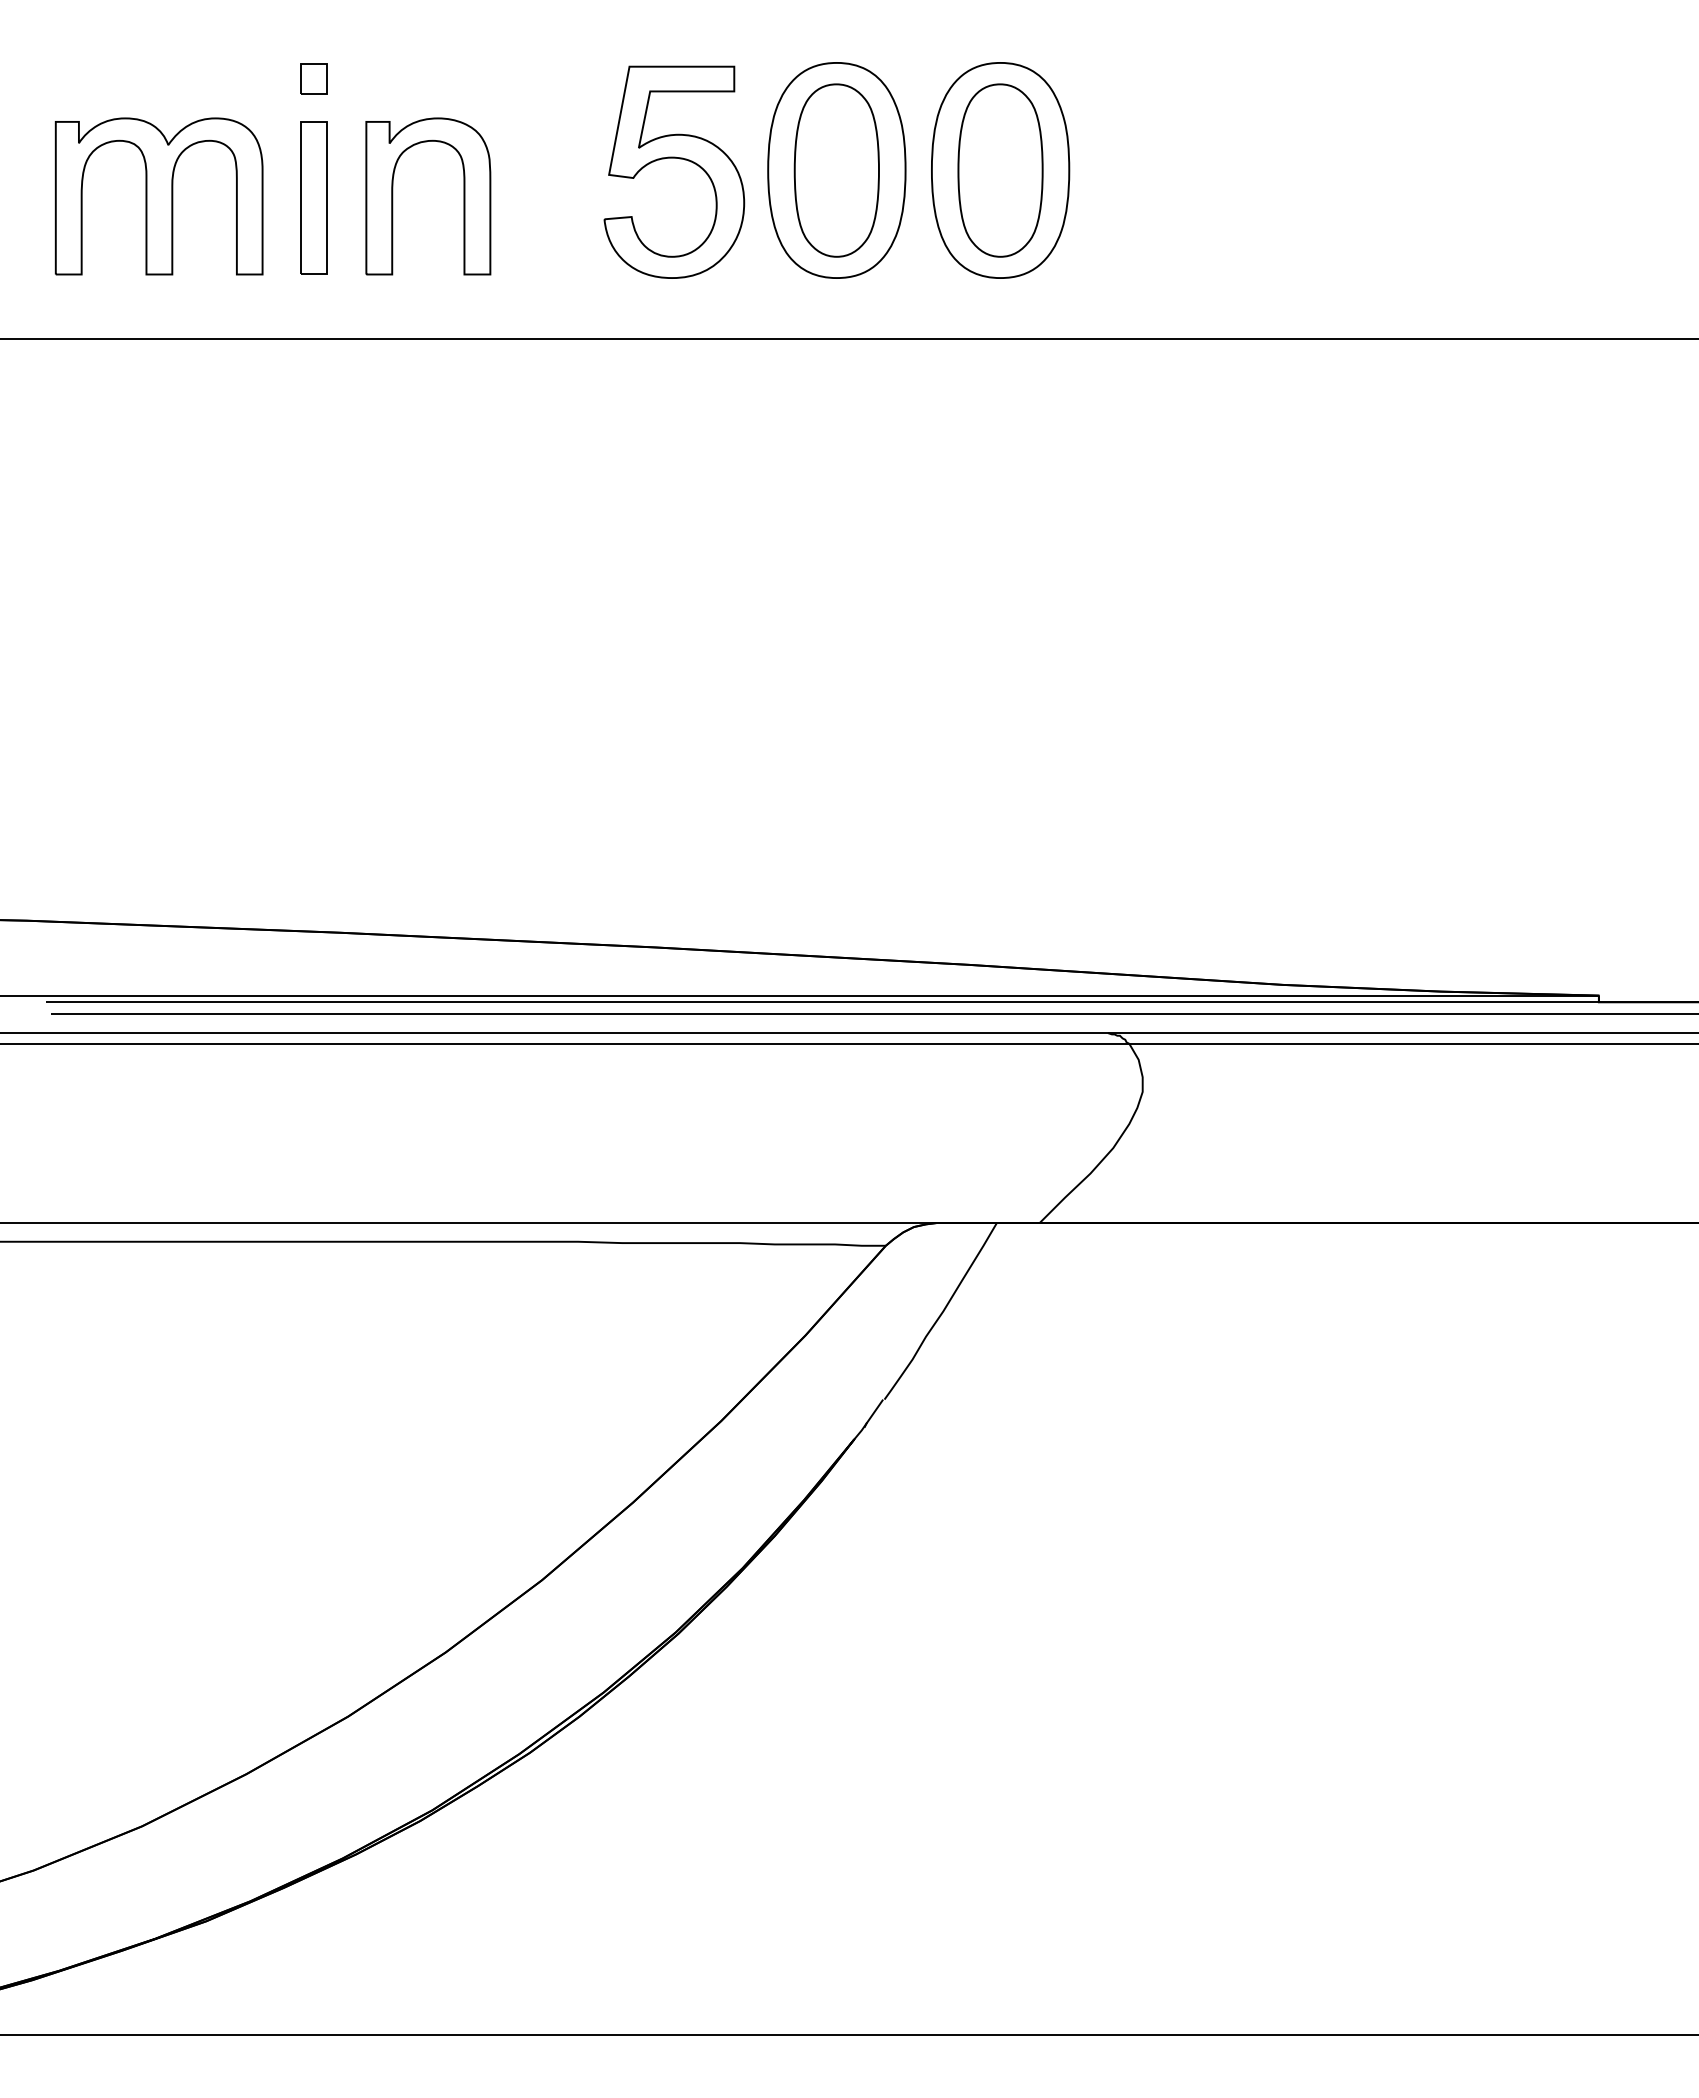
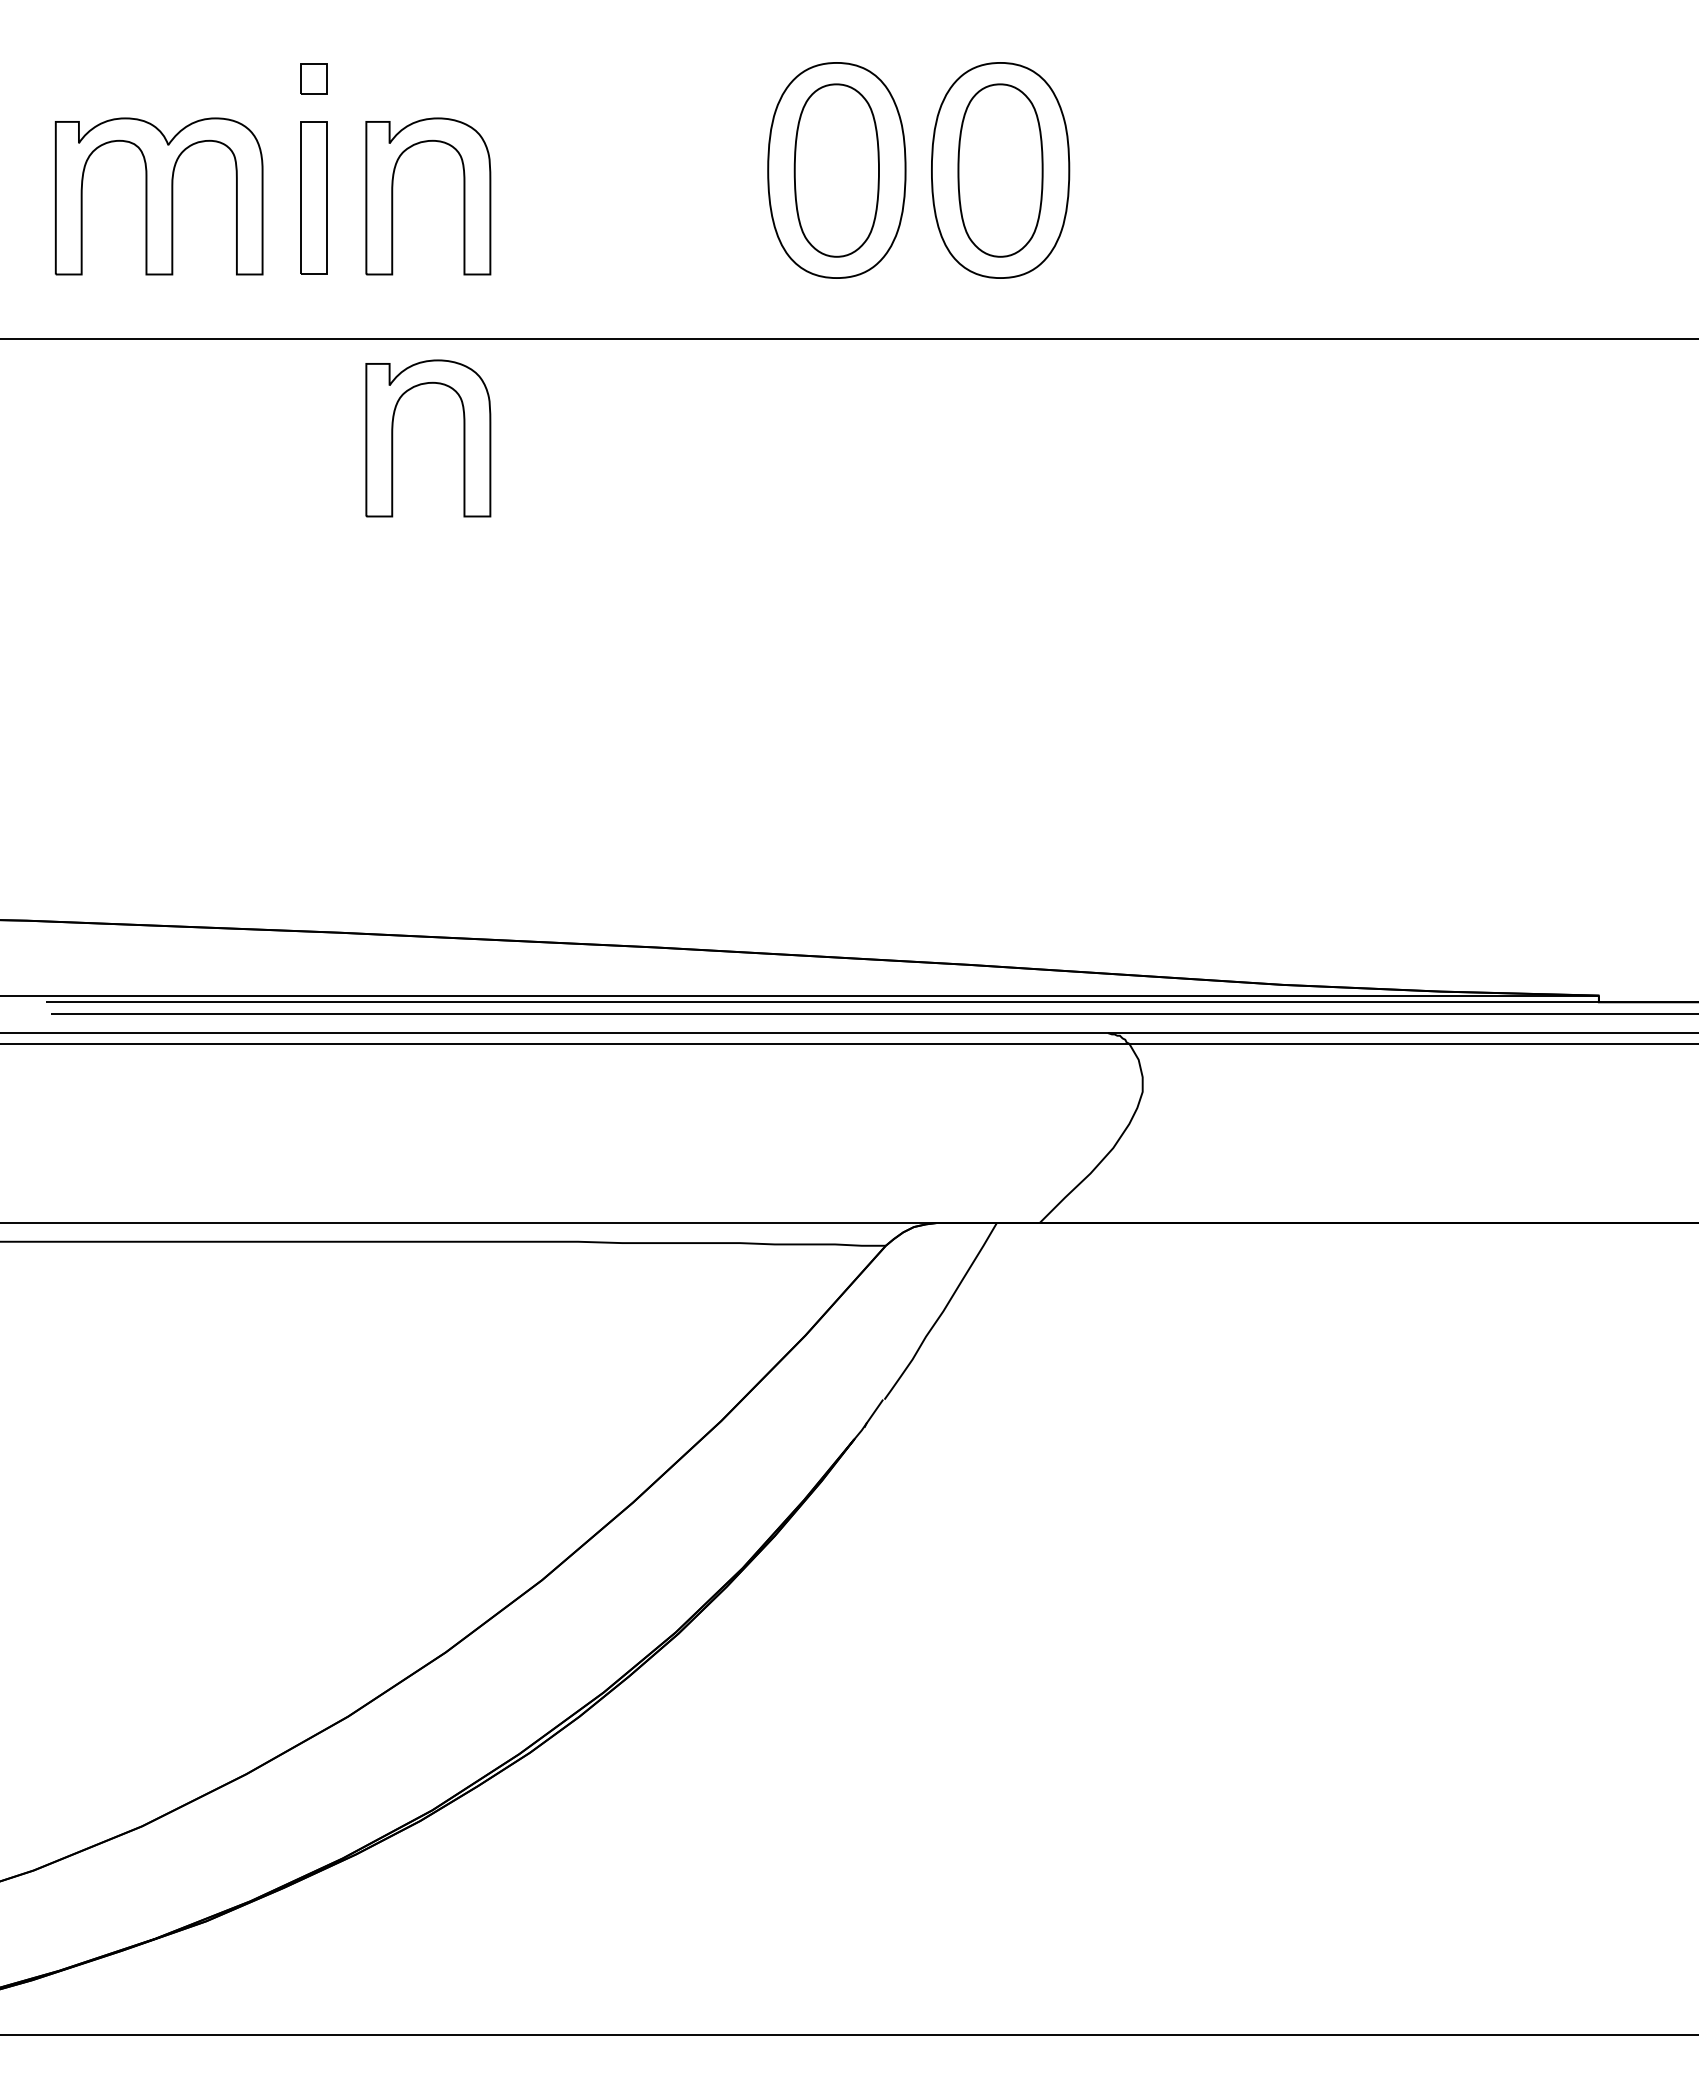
part at (674, 158): present -> none
part at (393, 438): none -> present
